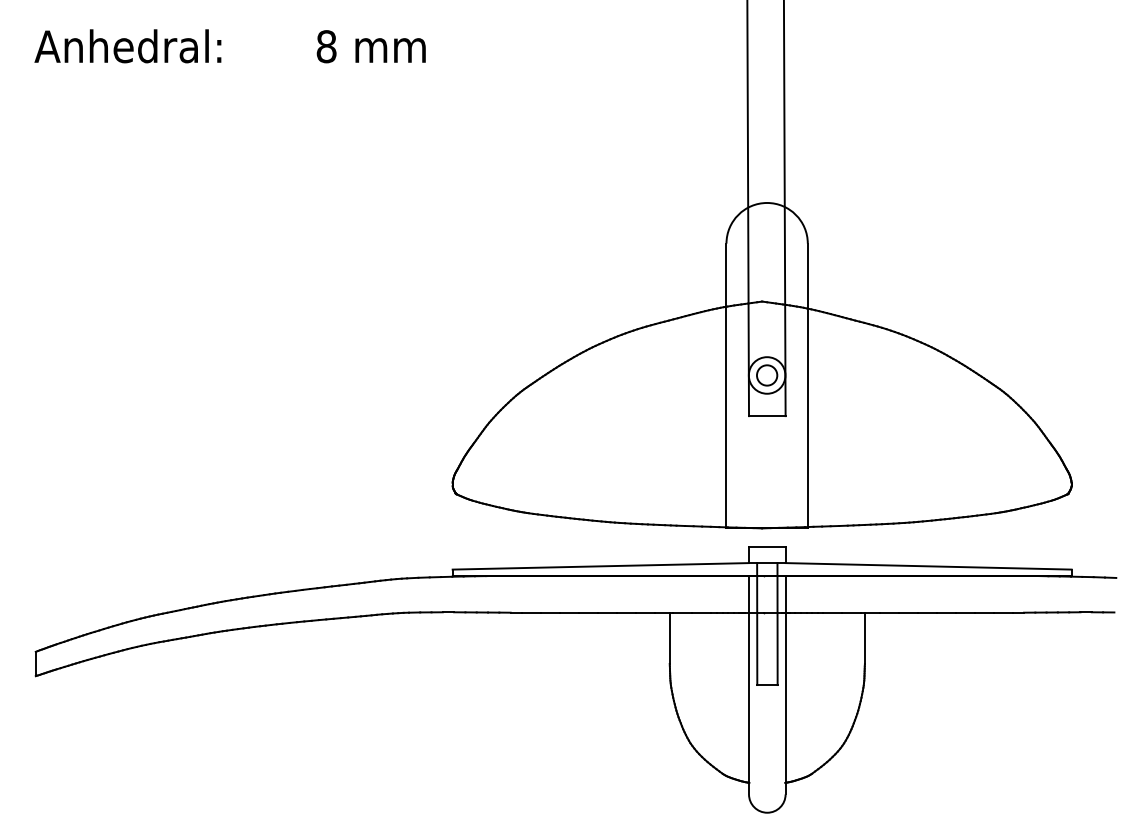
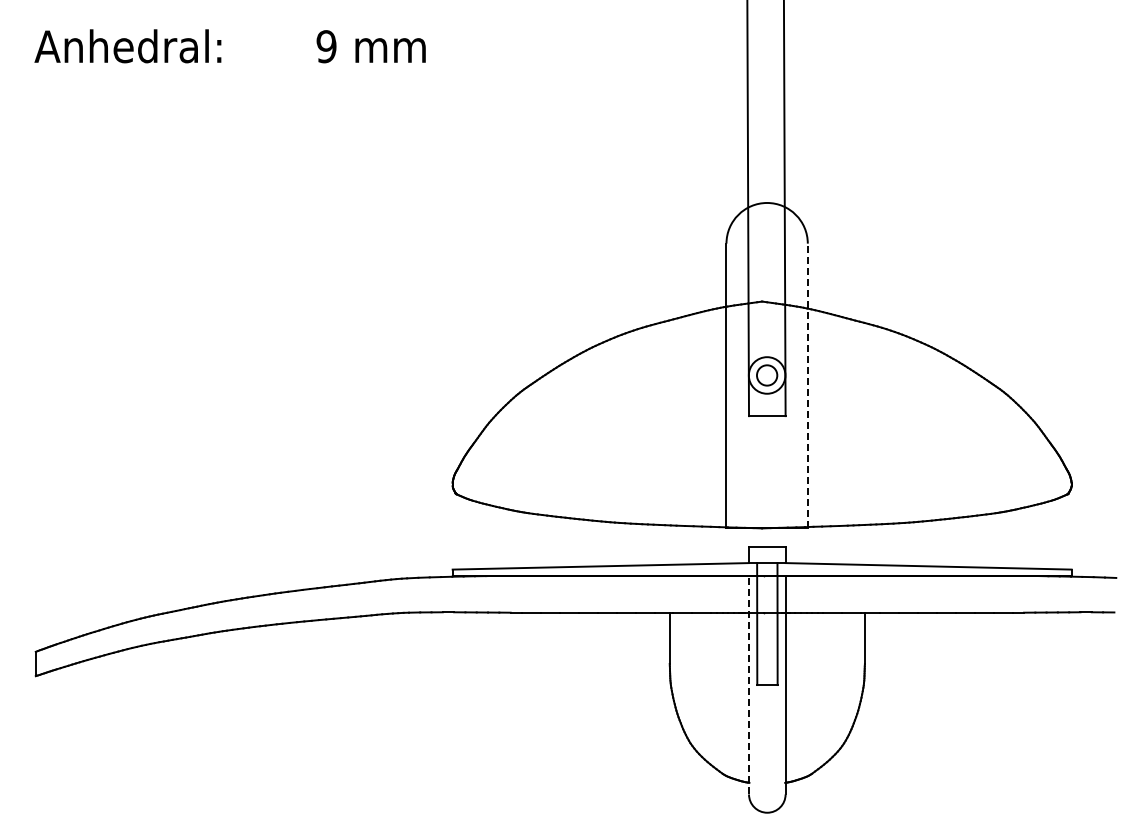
text at (326, 46): 8 -> 9
line at (807, 385): solid -> dashed
line at (749, 684): solid -> dashed
